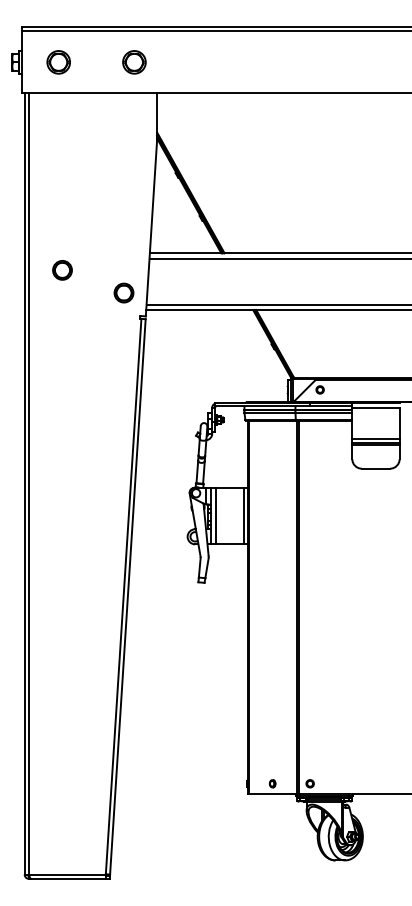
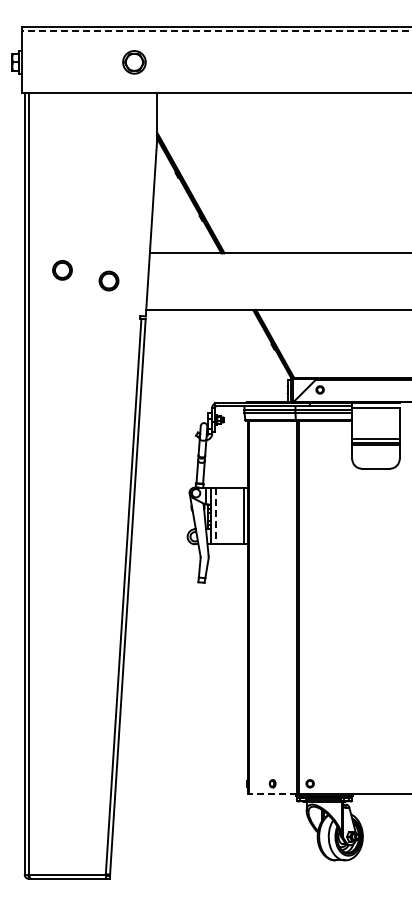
line at (216, 31): solid -> dashed
part at (58, 62): present -> none
line at (278, 258): present -> none
part at (123, 292) position: (123, 292) -> (108, 280)
line at (277, 304): present -> none
line at (215, 516): solid -> dashed
line at (272, 794): solid -> dashed
